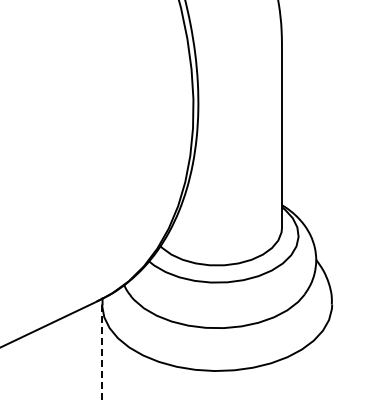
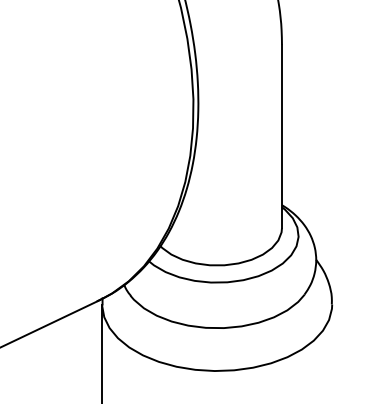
line at (102, 354): dashed -> solid
